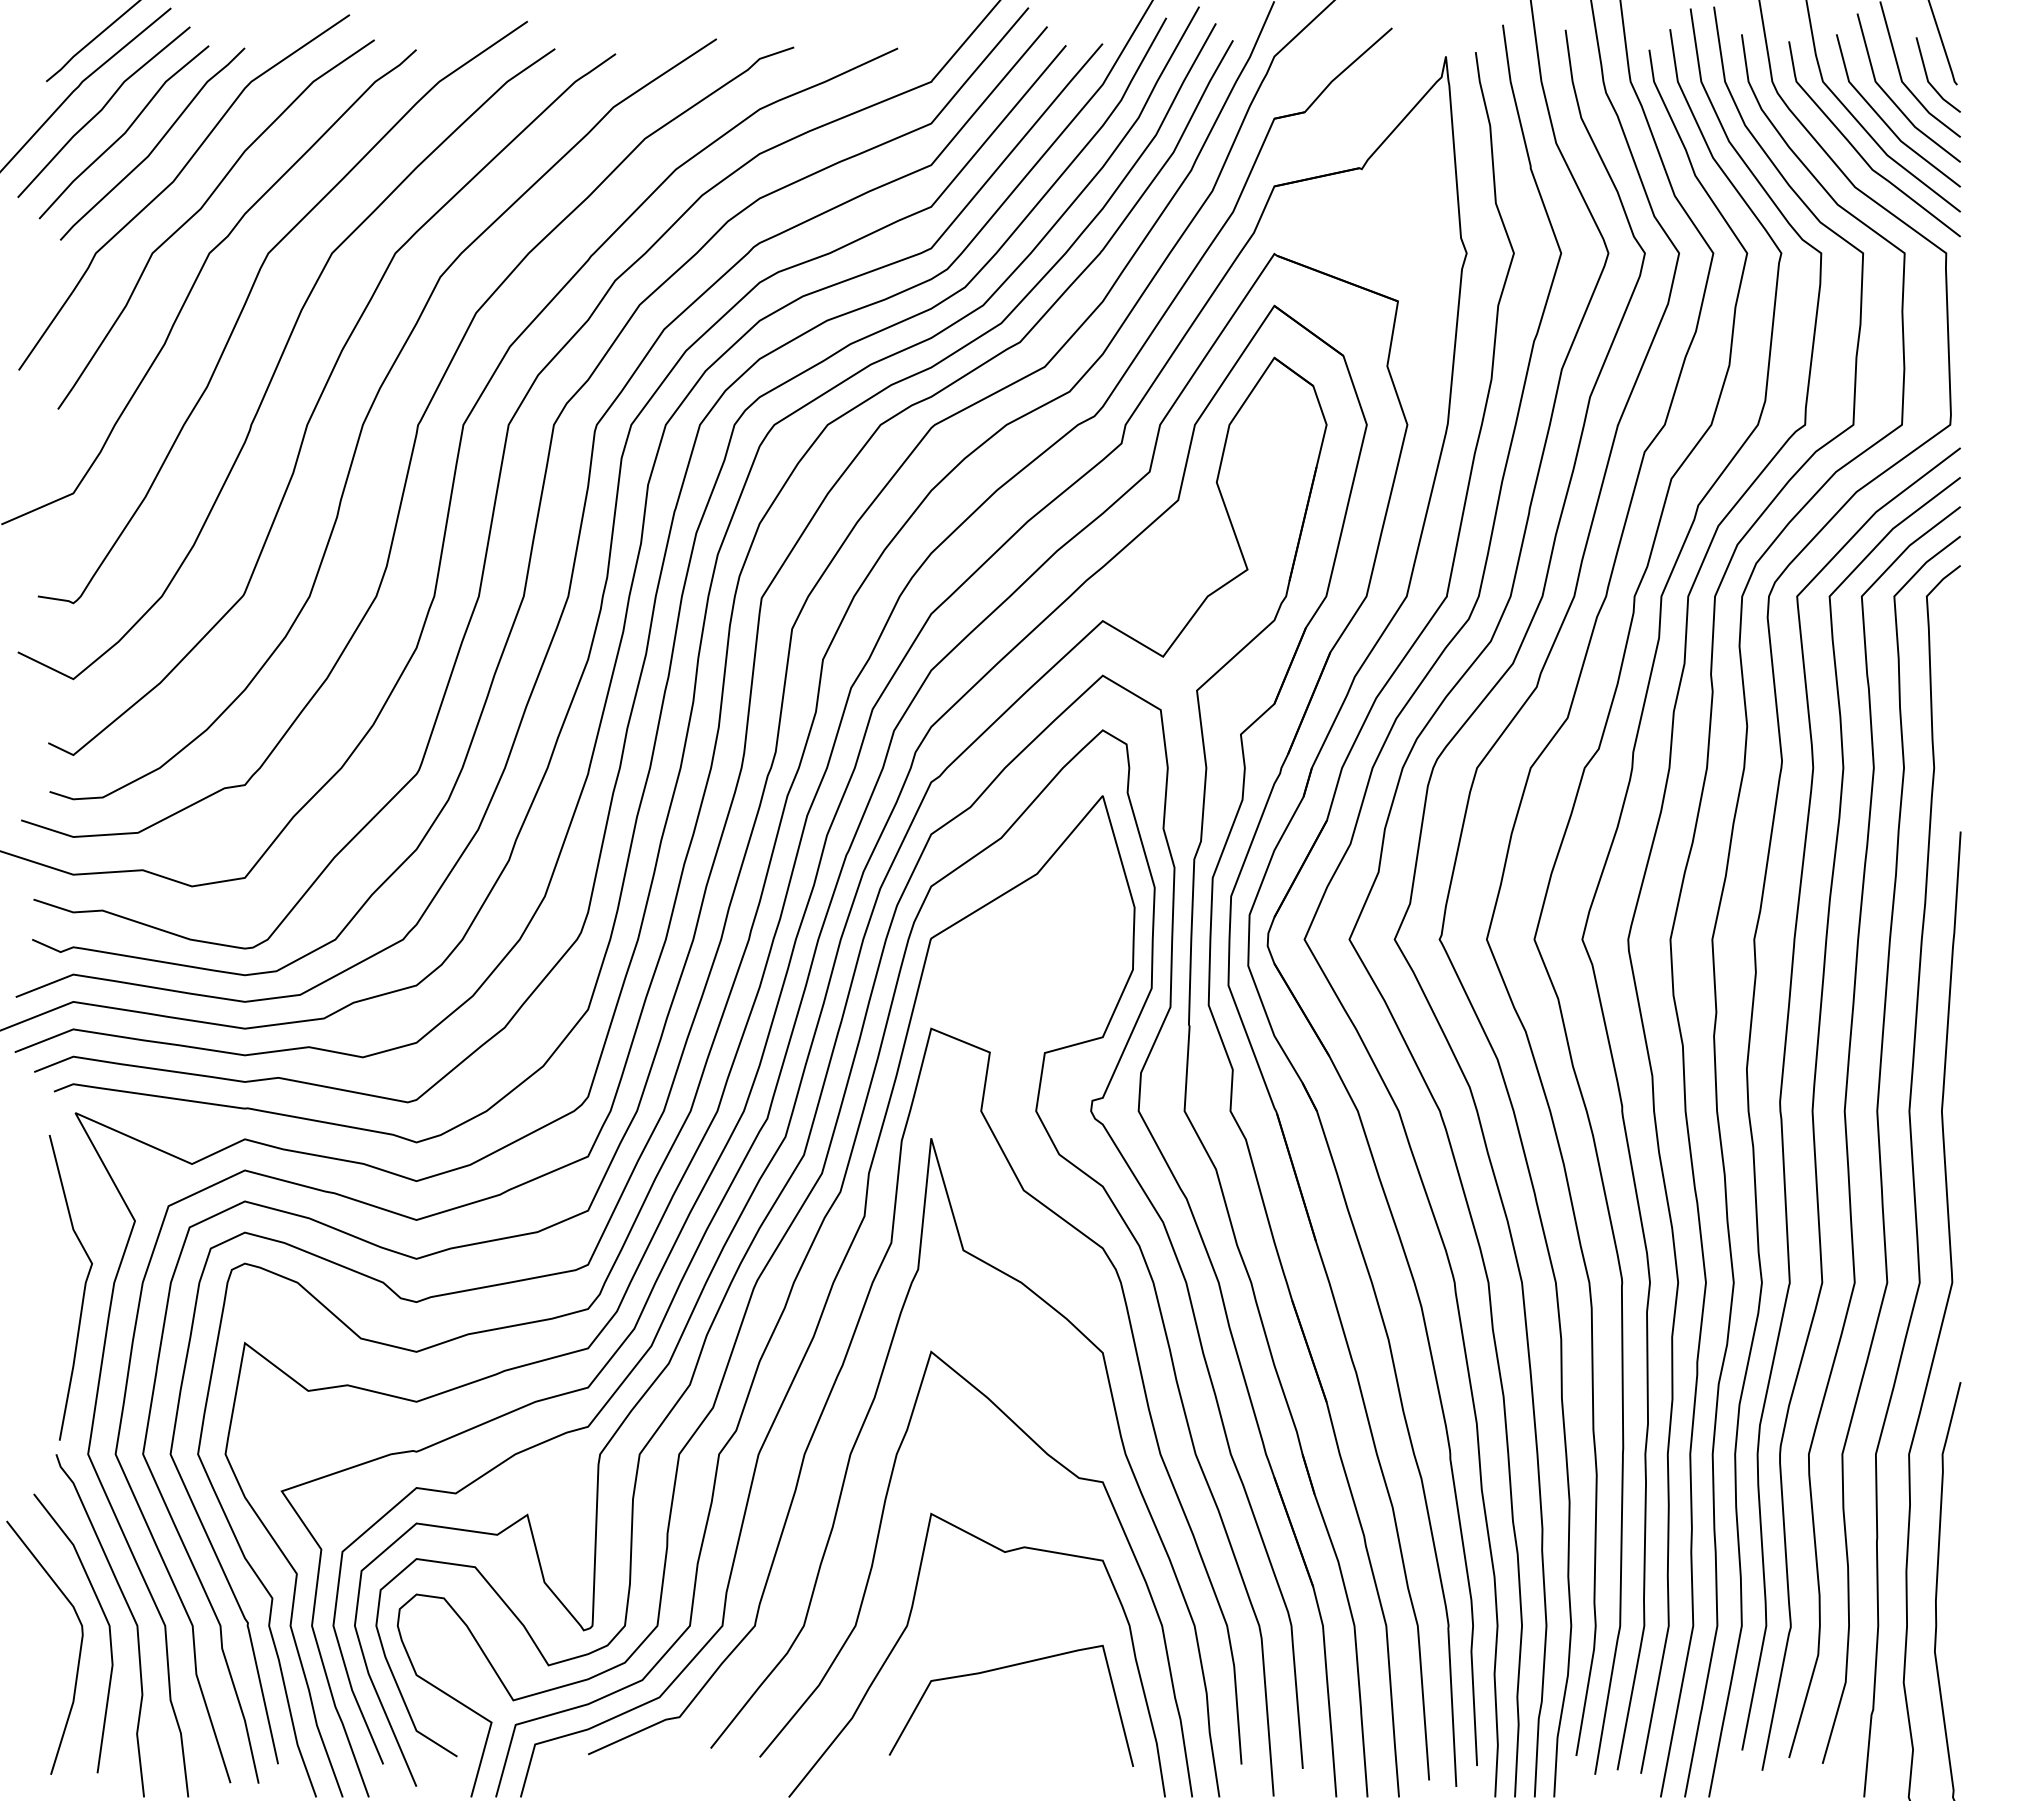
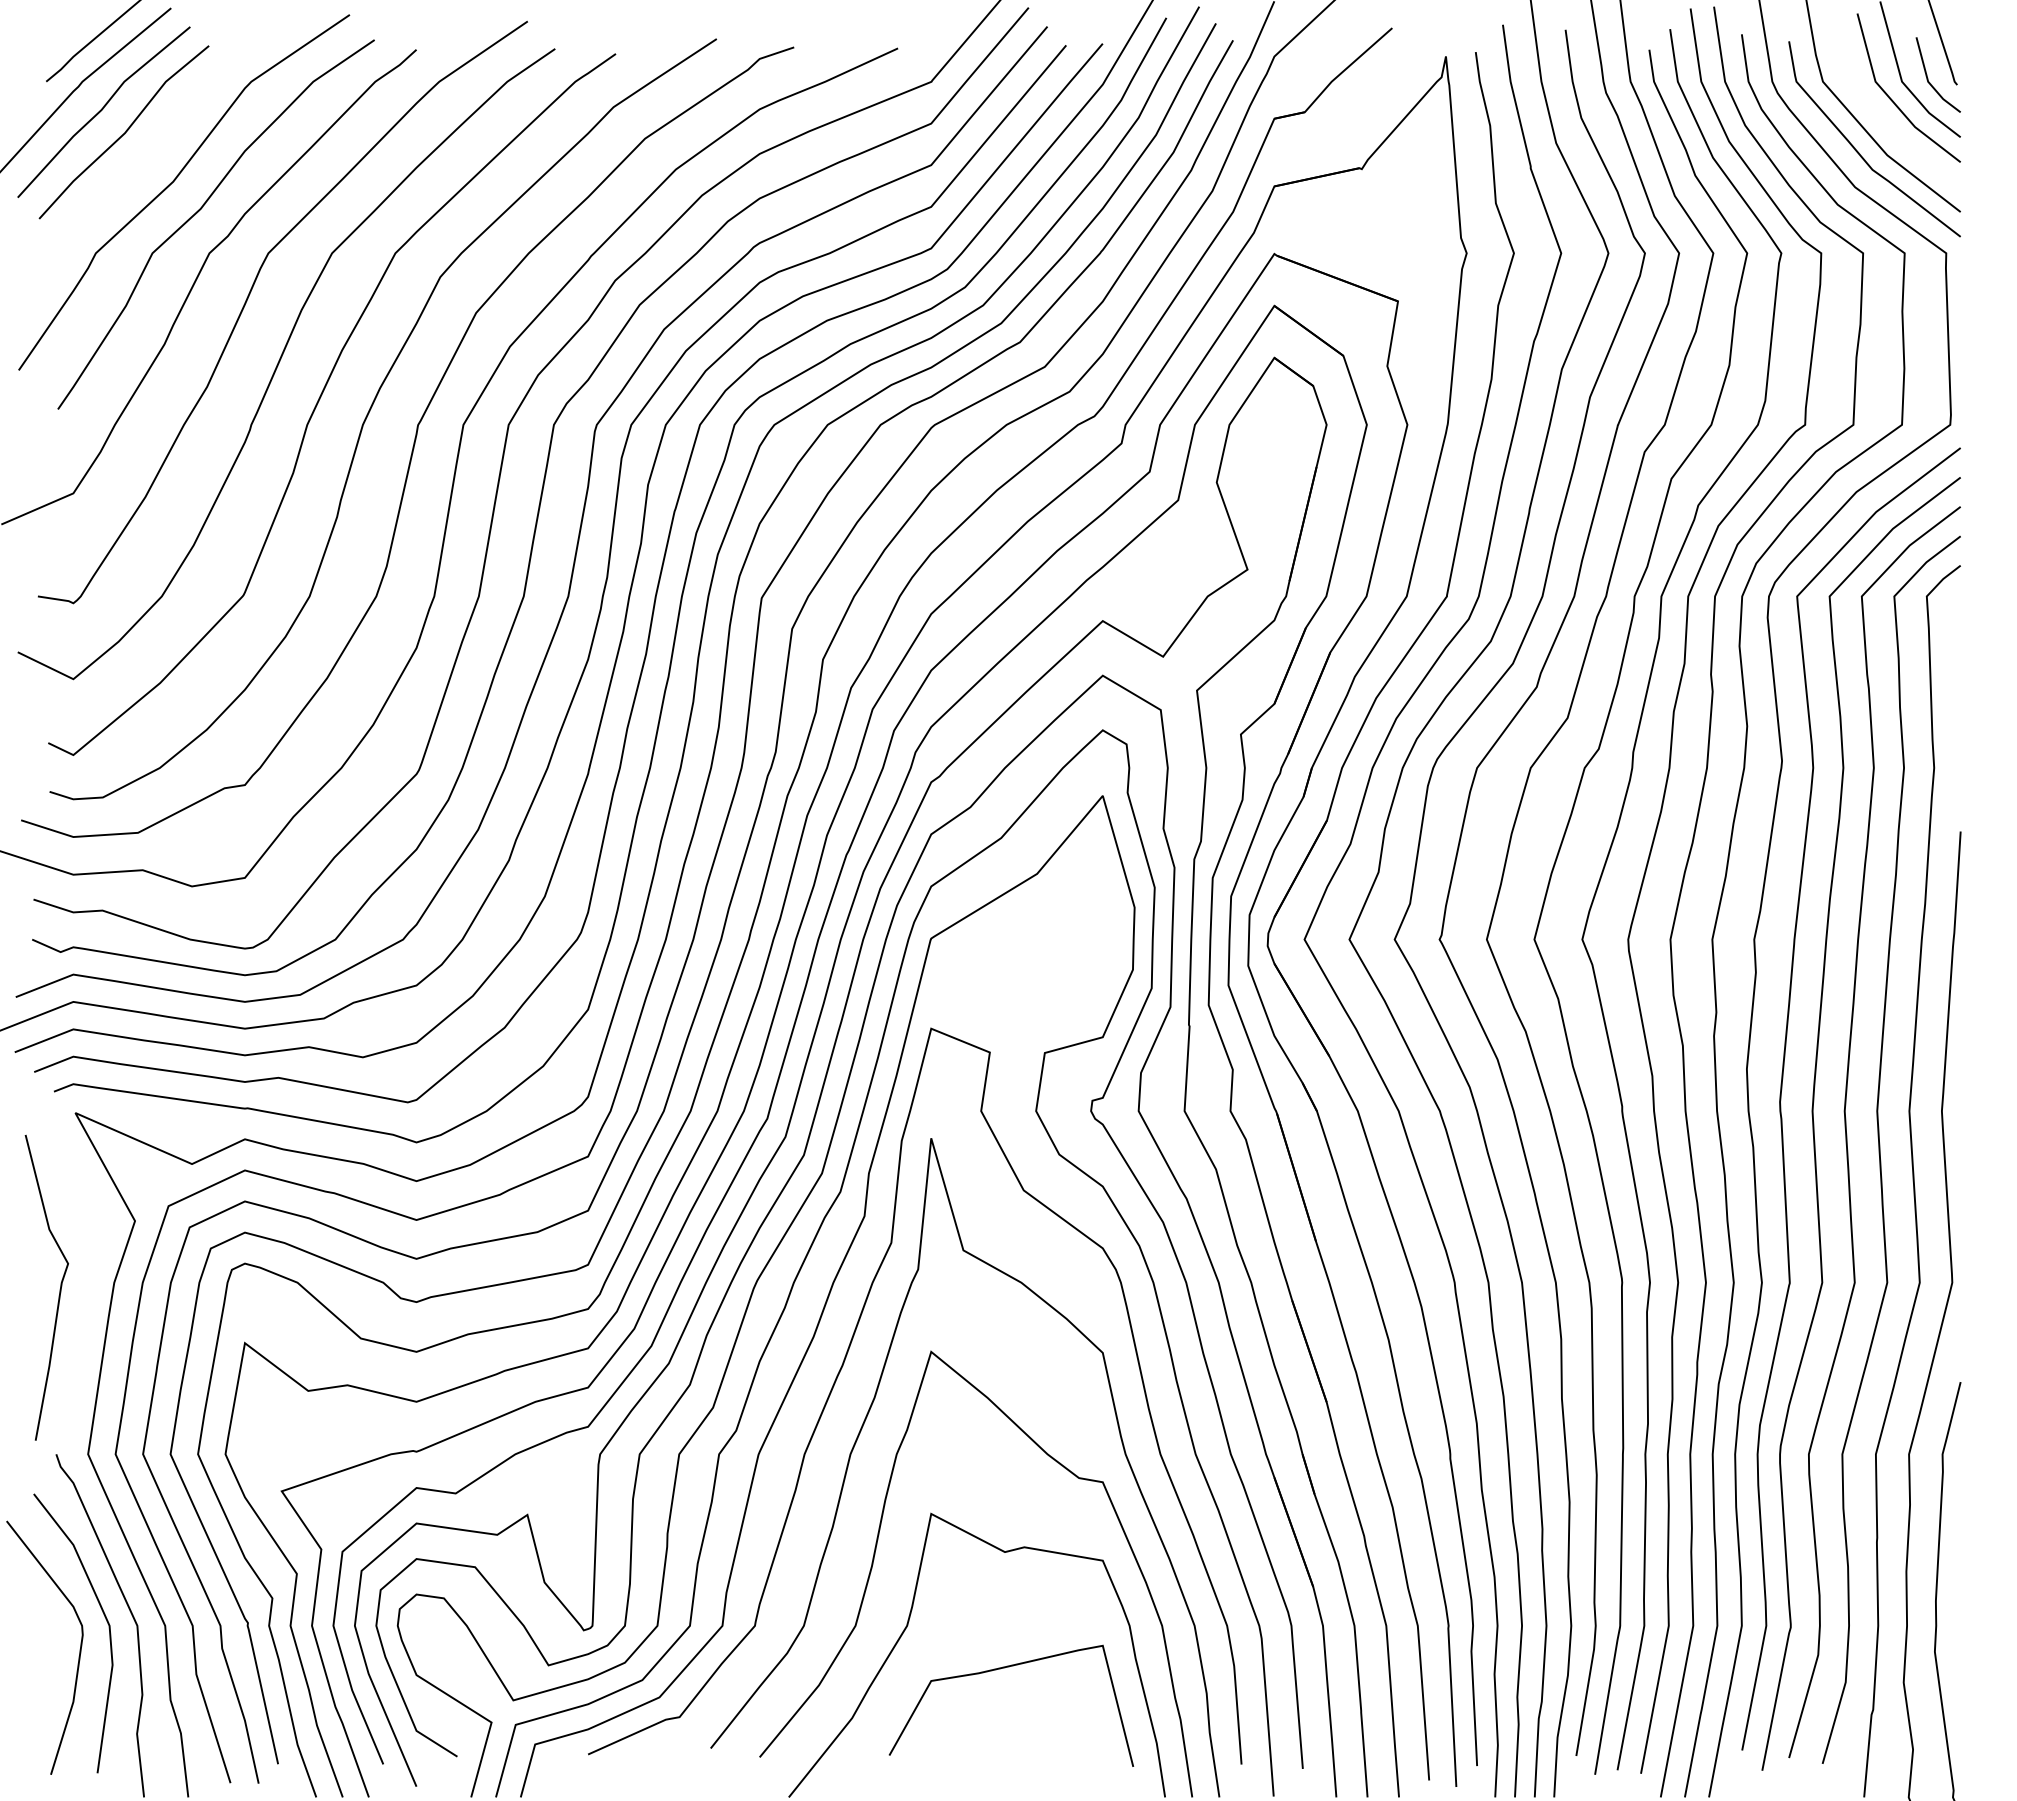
line at (1885, 121): present -> none
curve at (155, 145): present -> none
curve at (83, 1289) position: (83, 1289) -> (59, 1289)
